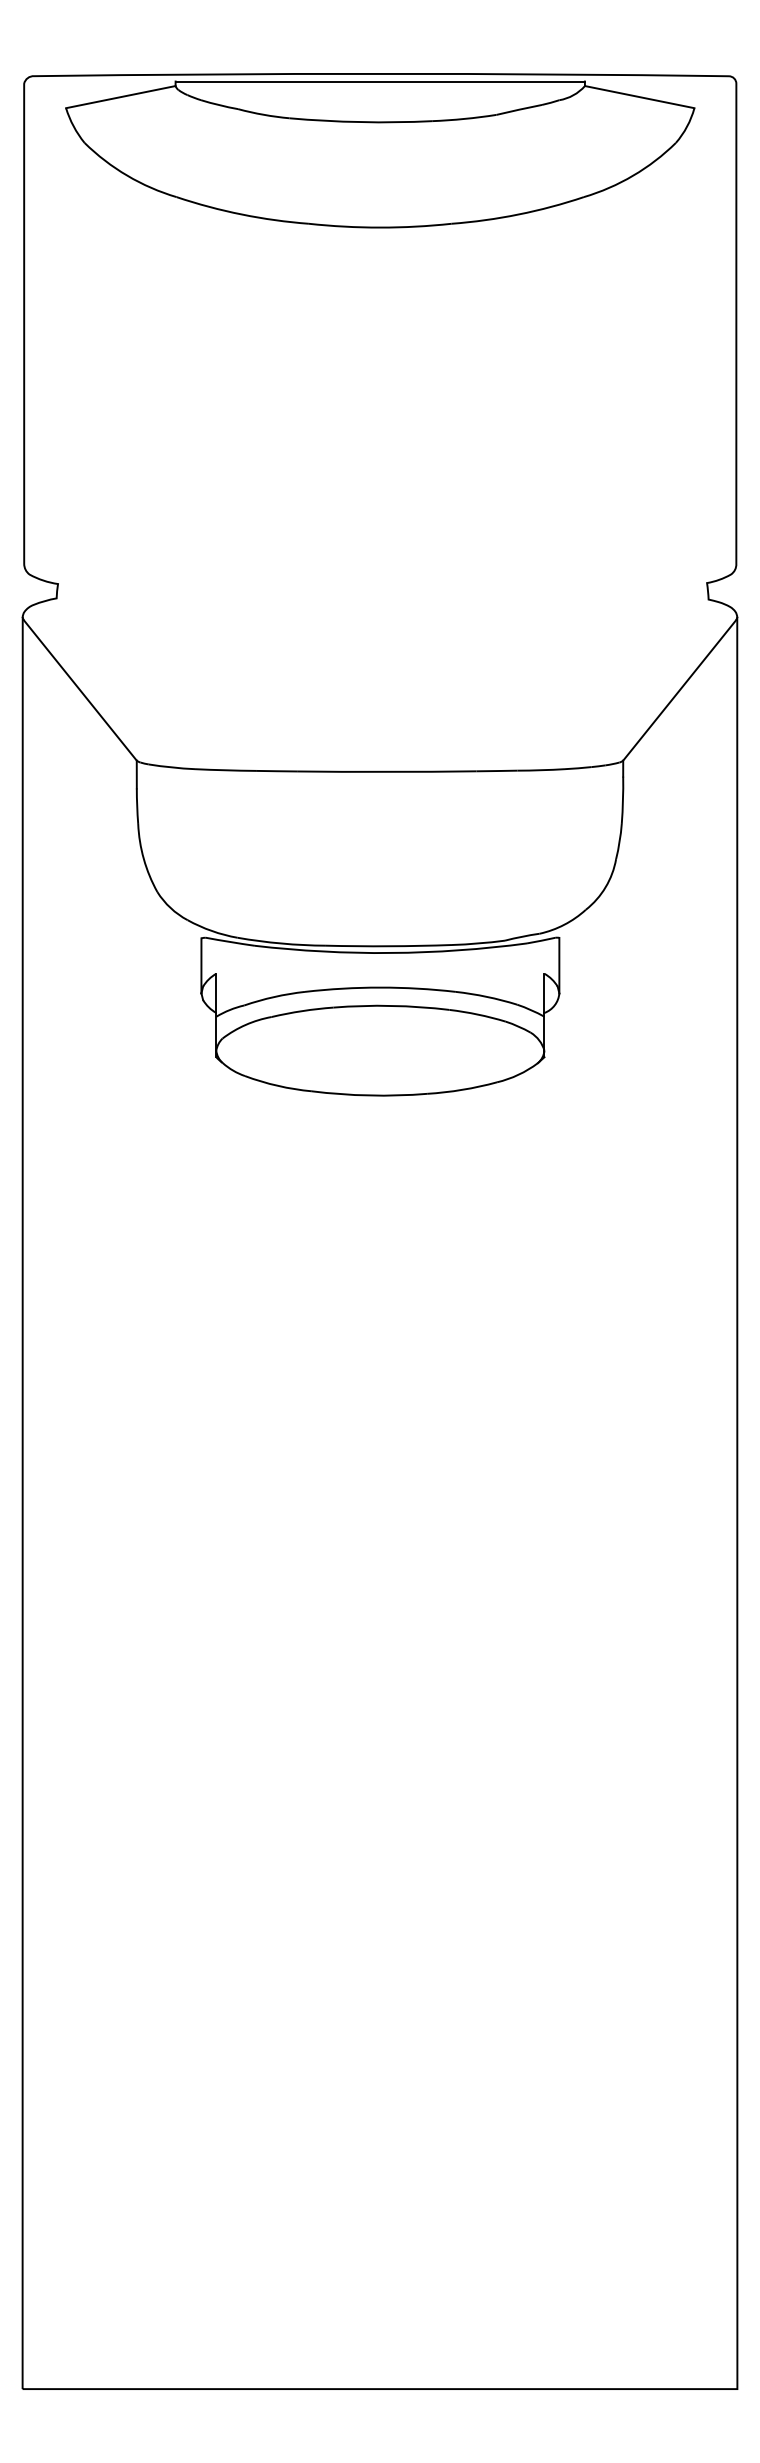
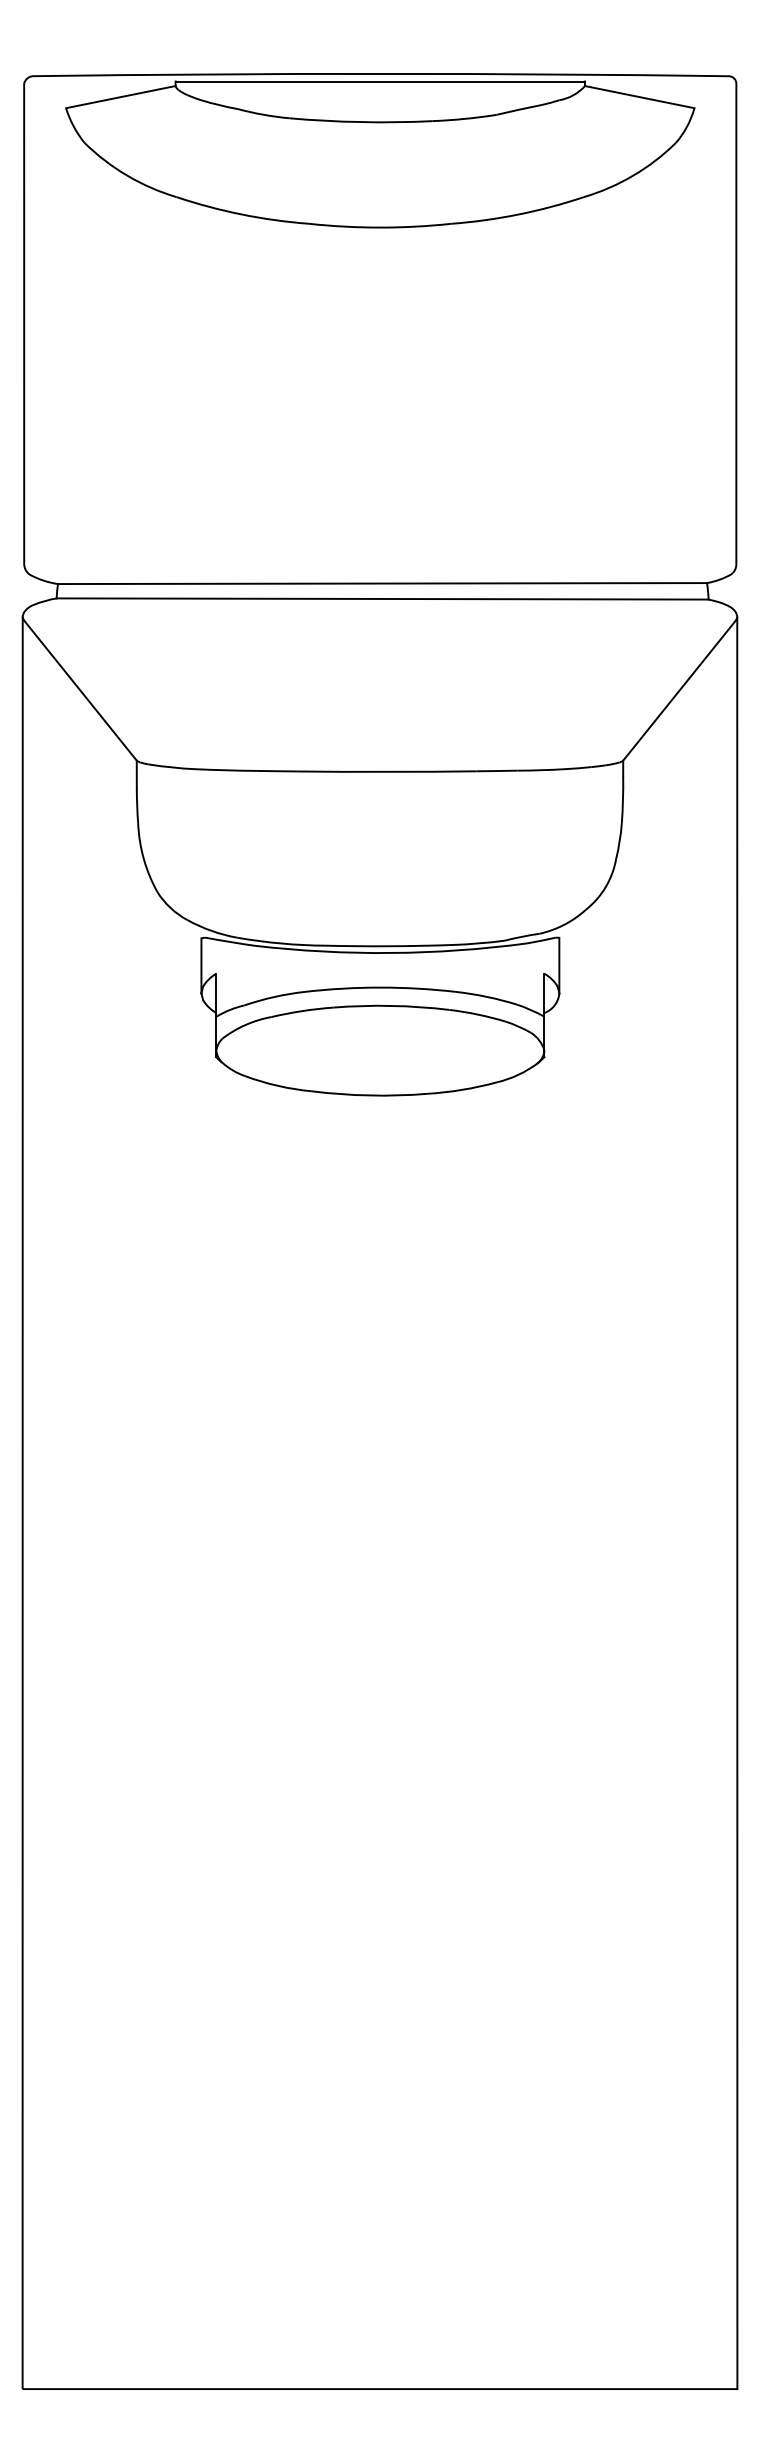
line at (382, 583): none -> present
line at (382, 598): none -> present
